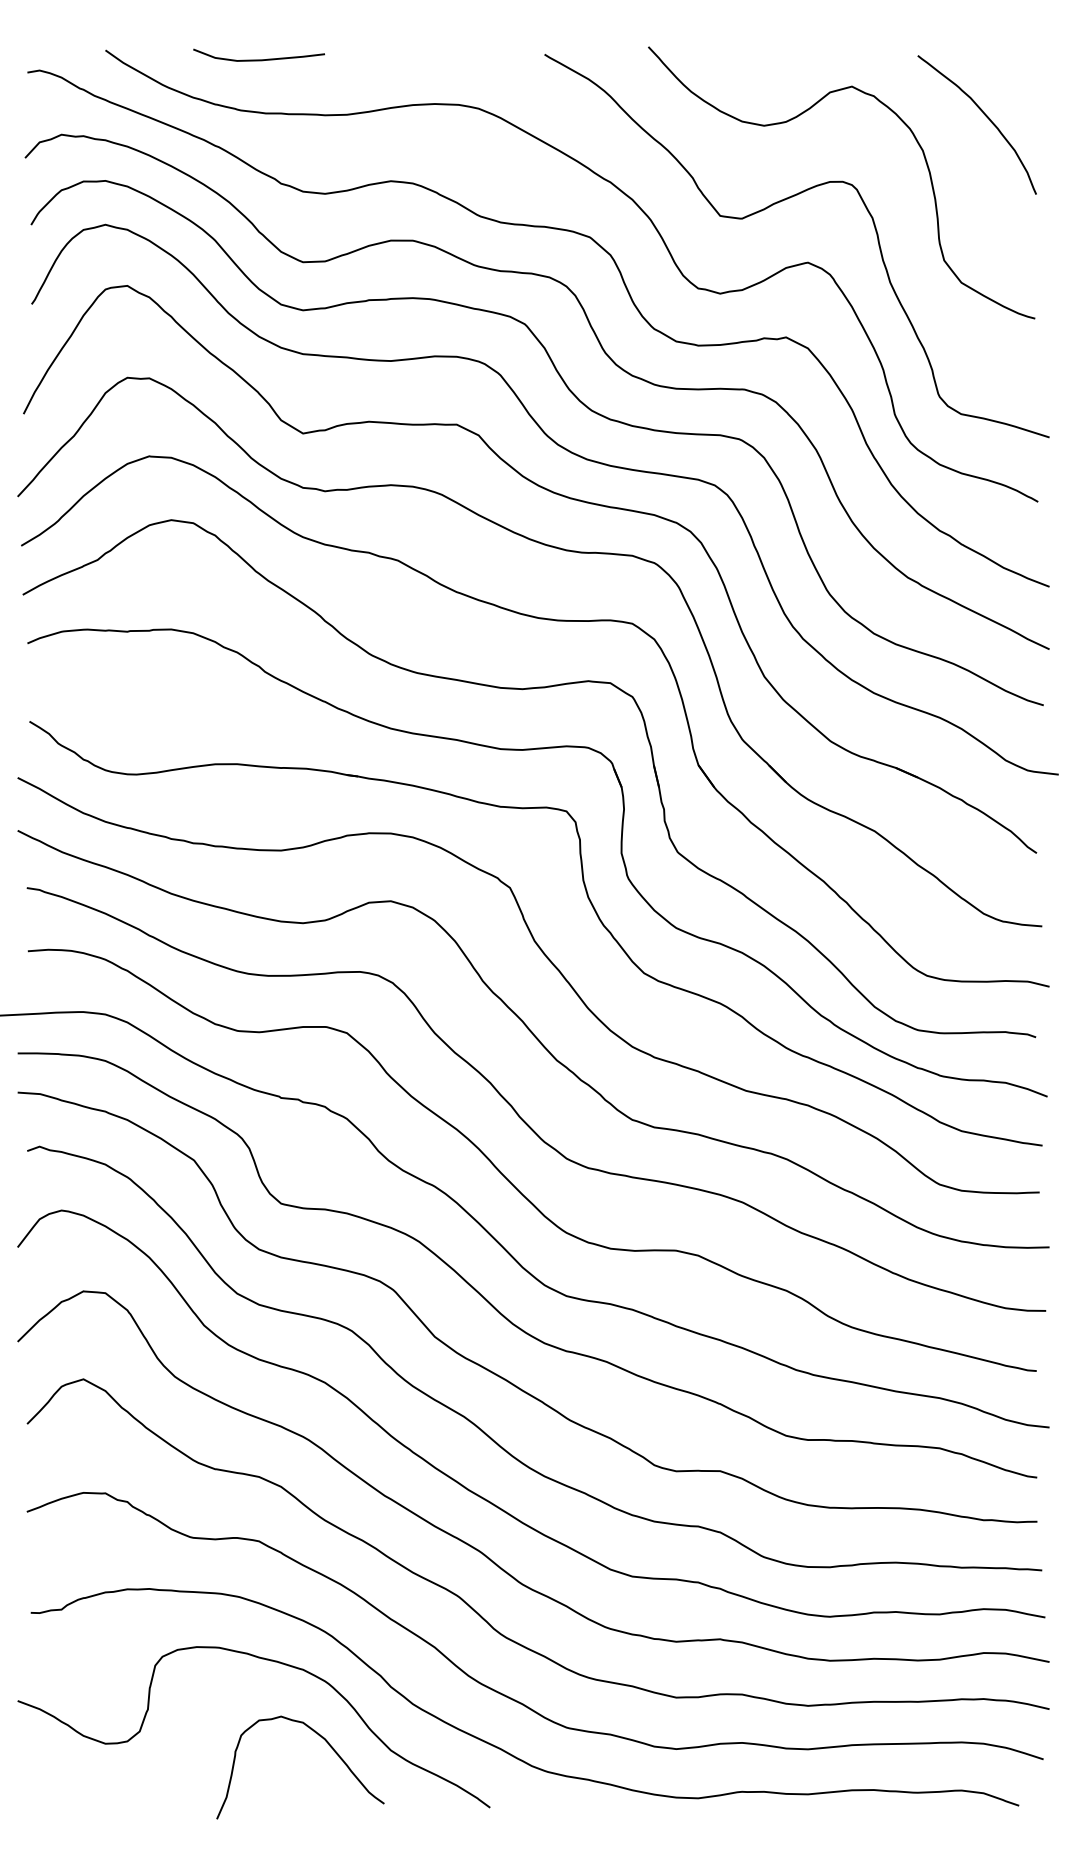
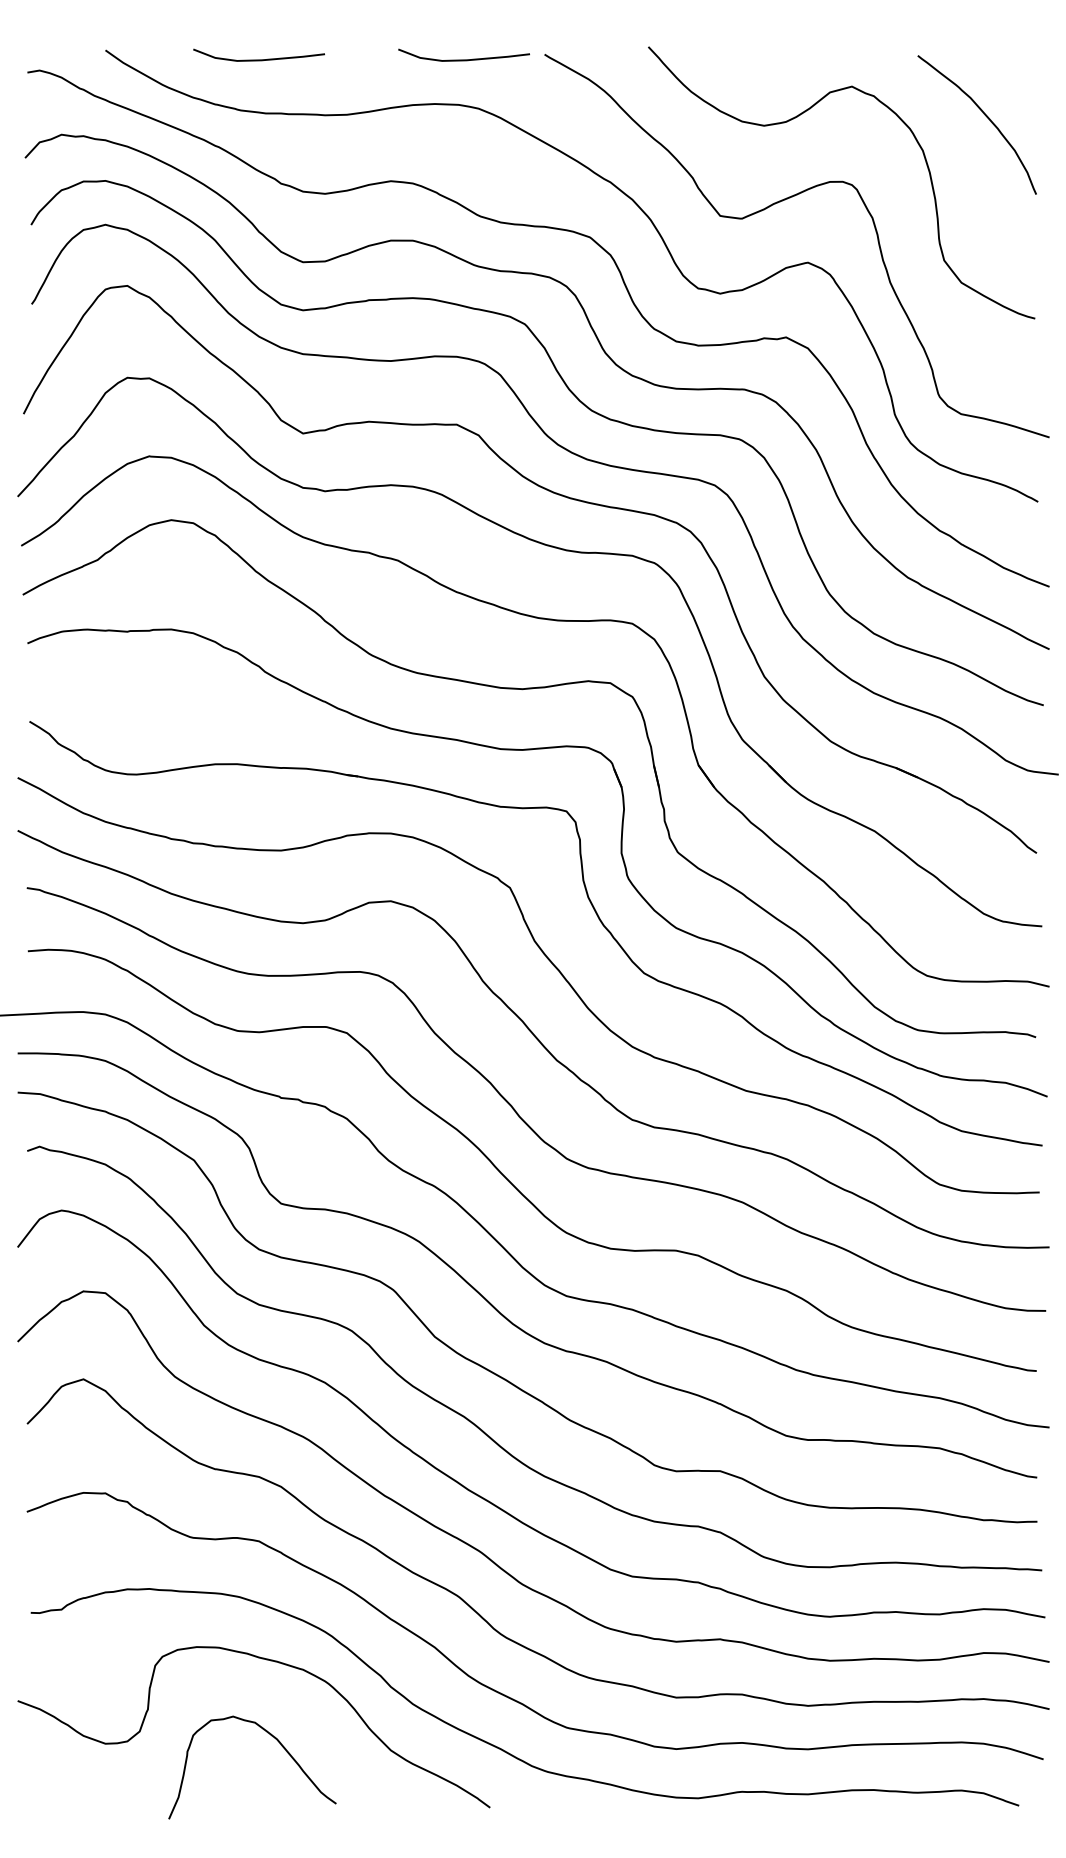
curve at (463, 59): none -> present
curve at (329, 1746) position: (329, 1746) -> (281, 1746)
